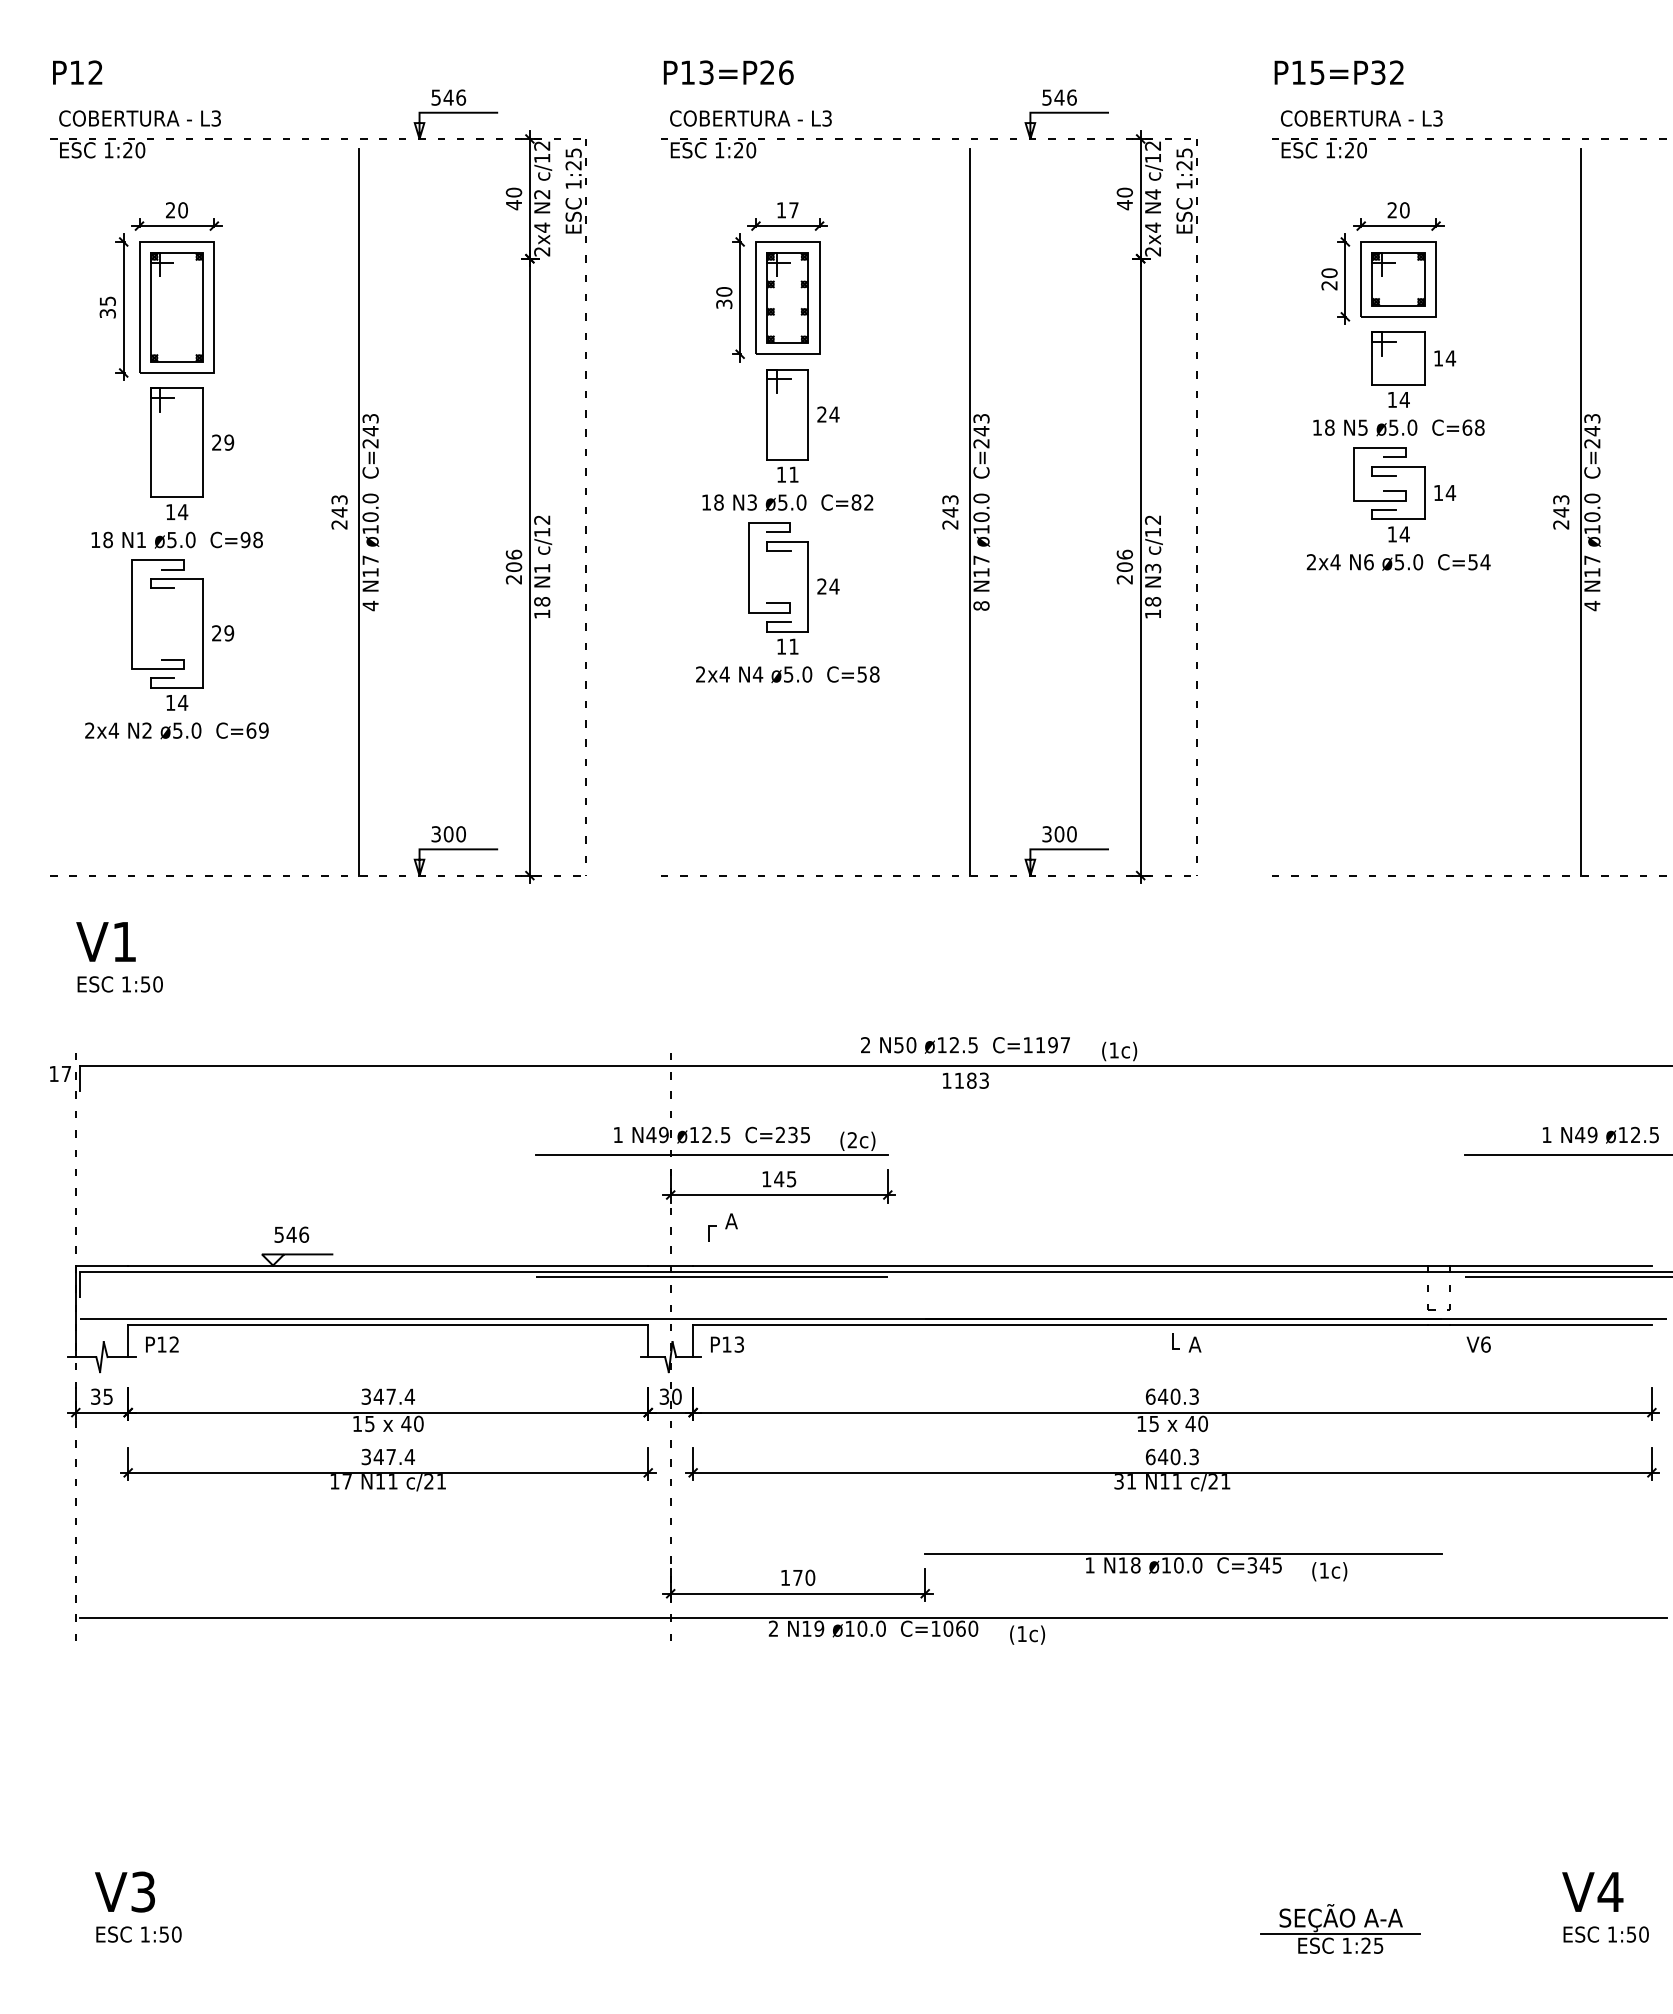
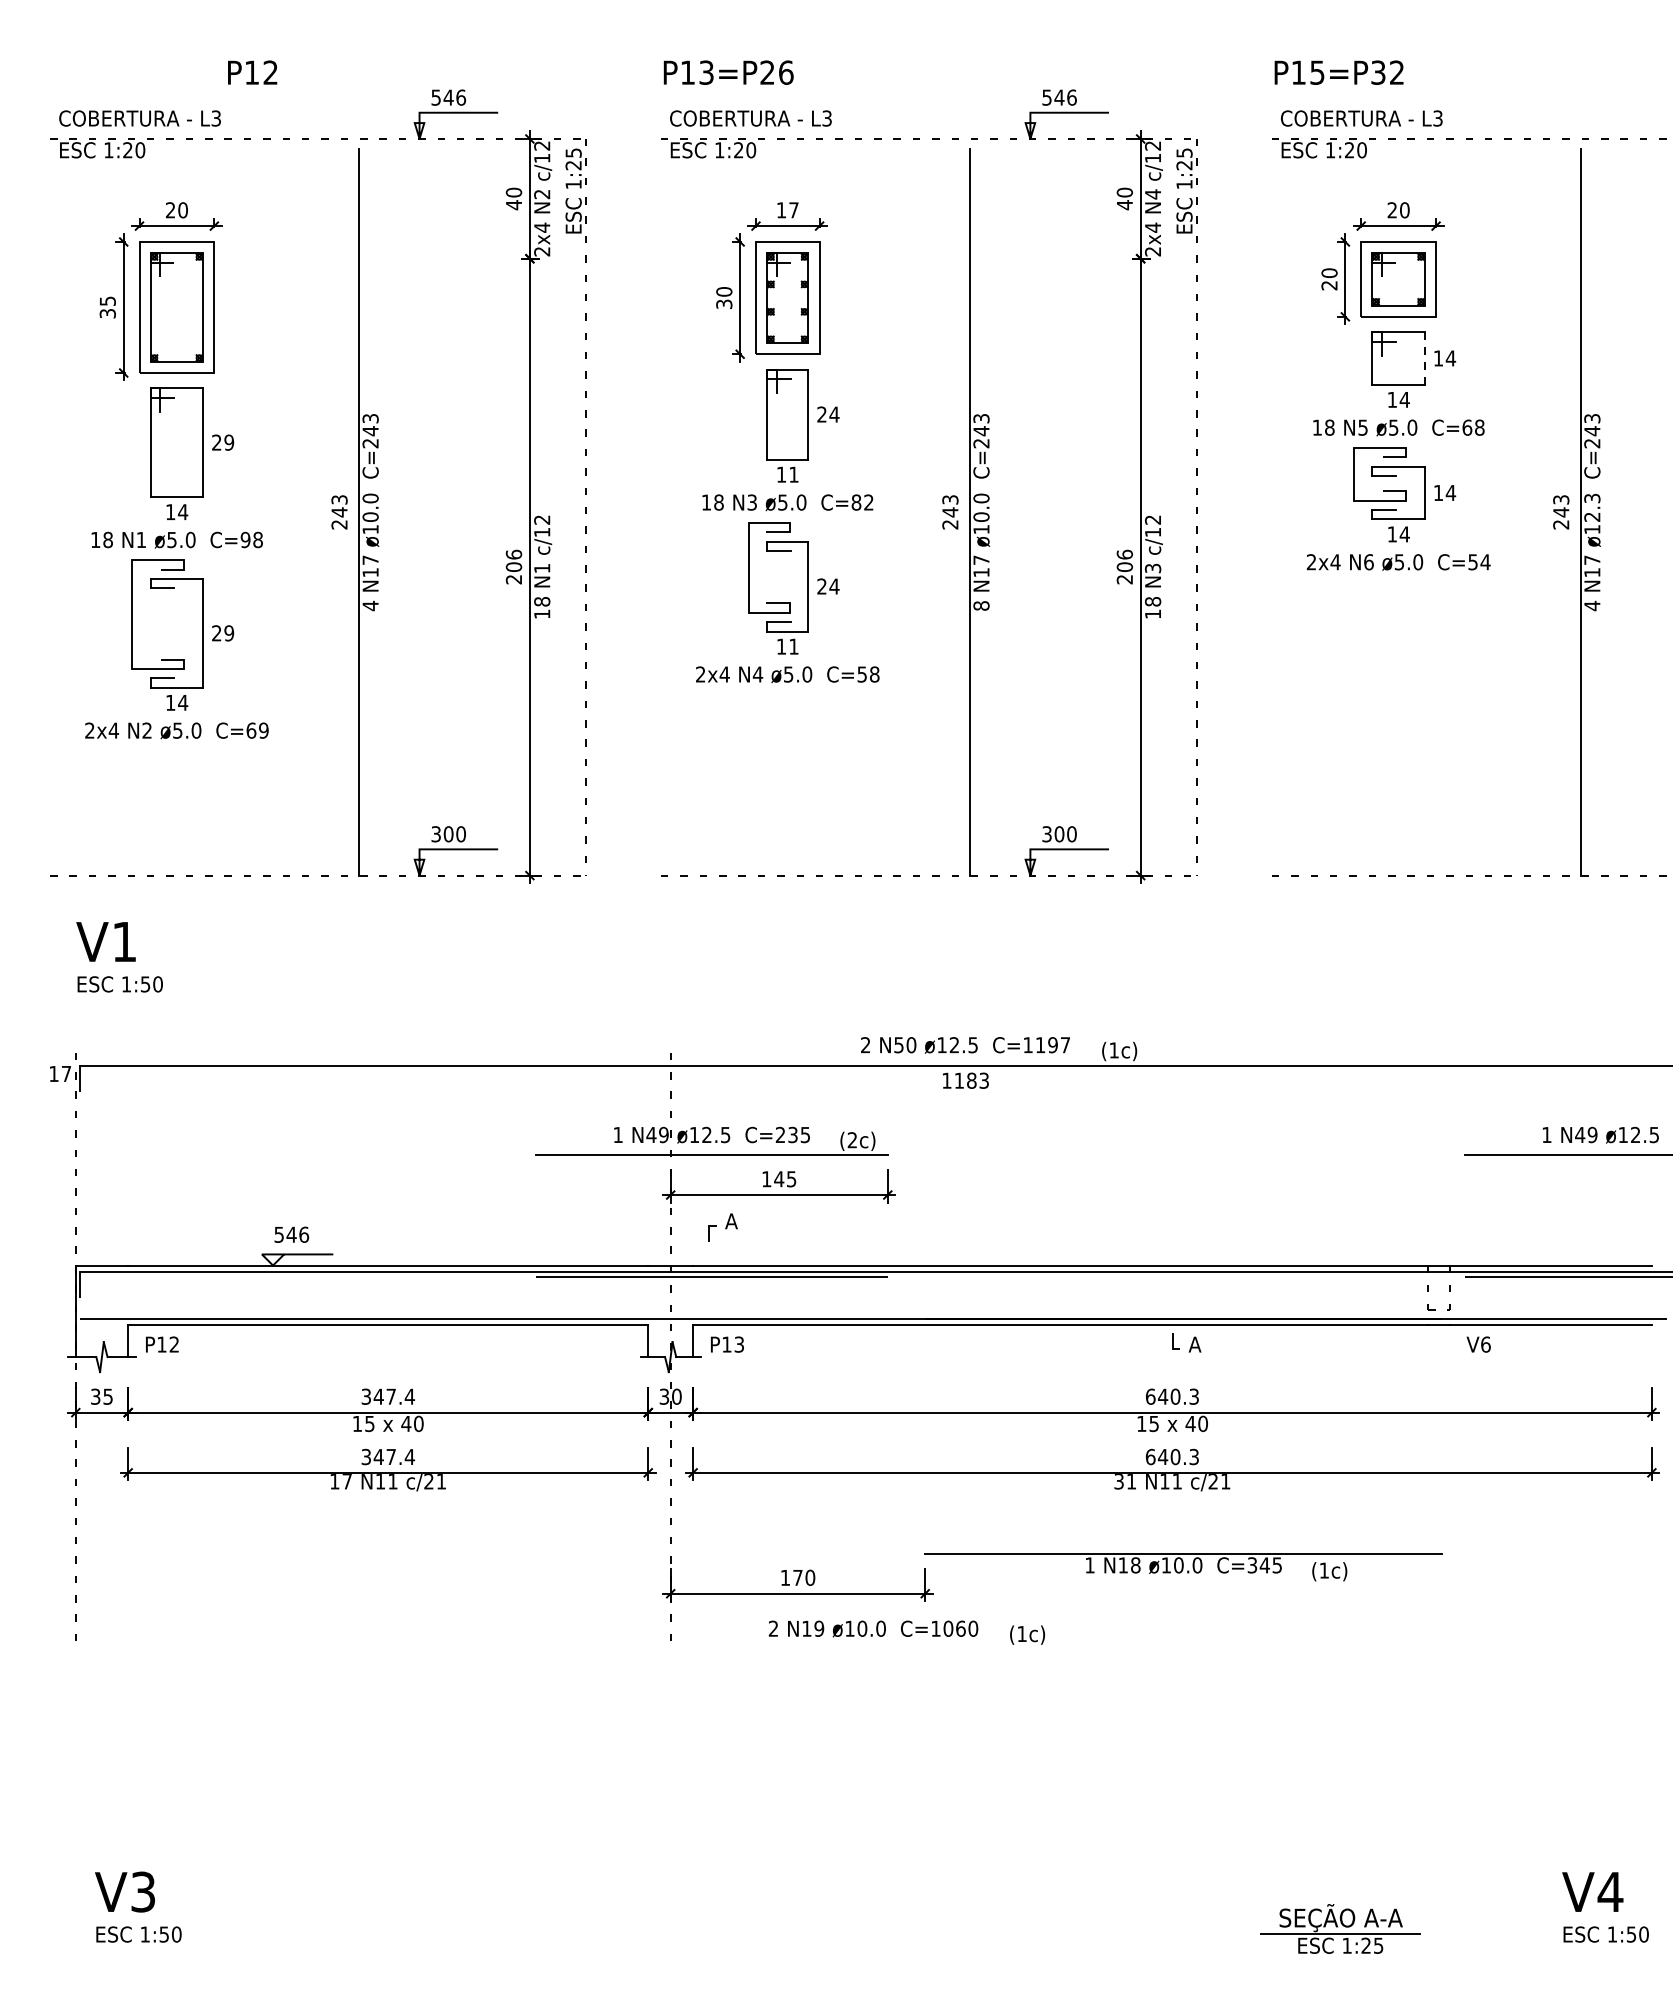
text at (77, 72) position: (77, 72) -> (252, 72)
line at (1424, 357): solid -> dashed
text at (1592, 507): ø10.0 -> ø12.3
line at (873, 1617): present -> none
